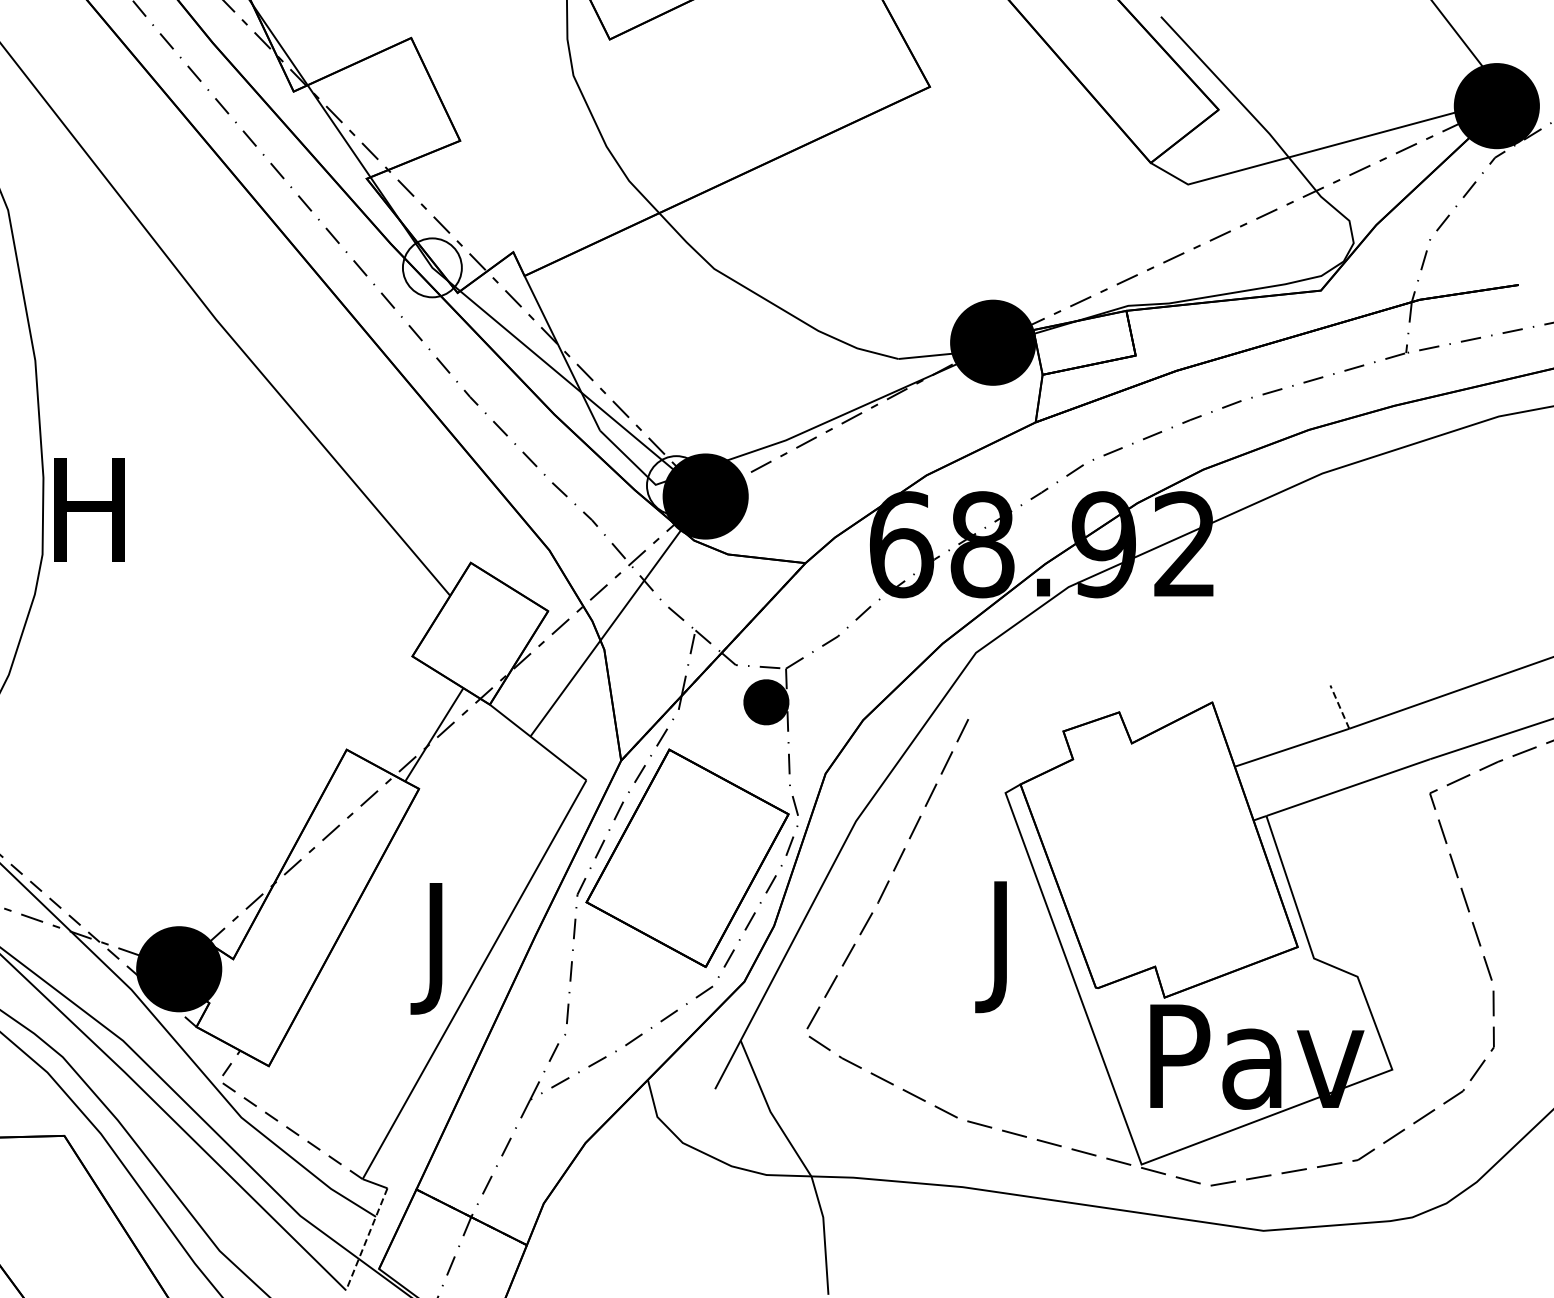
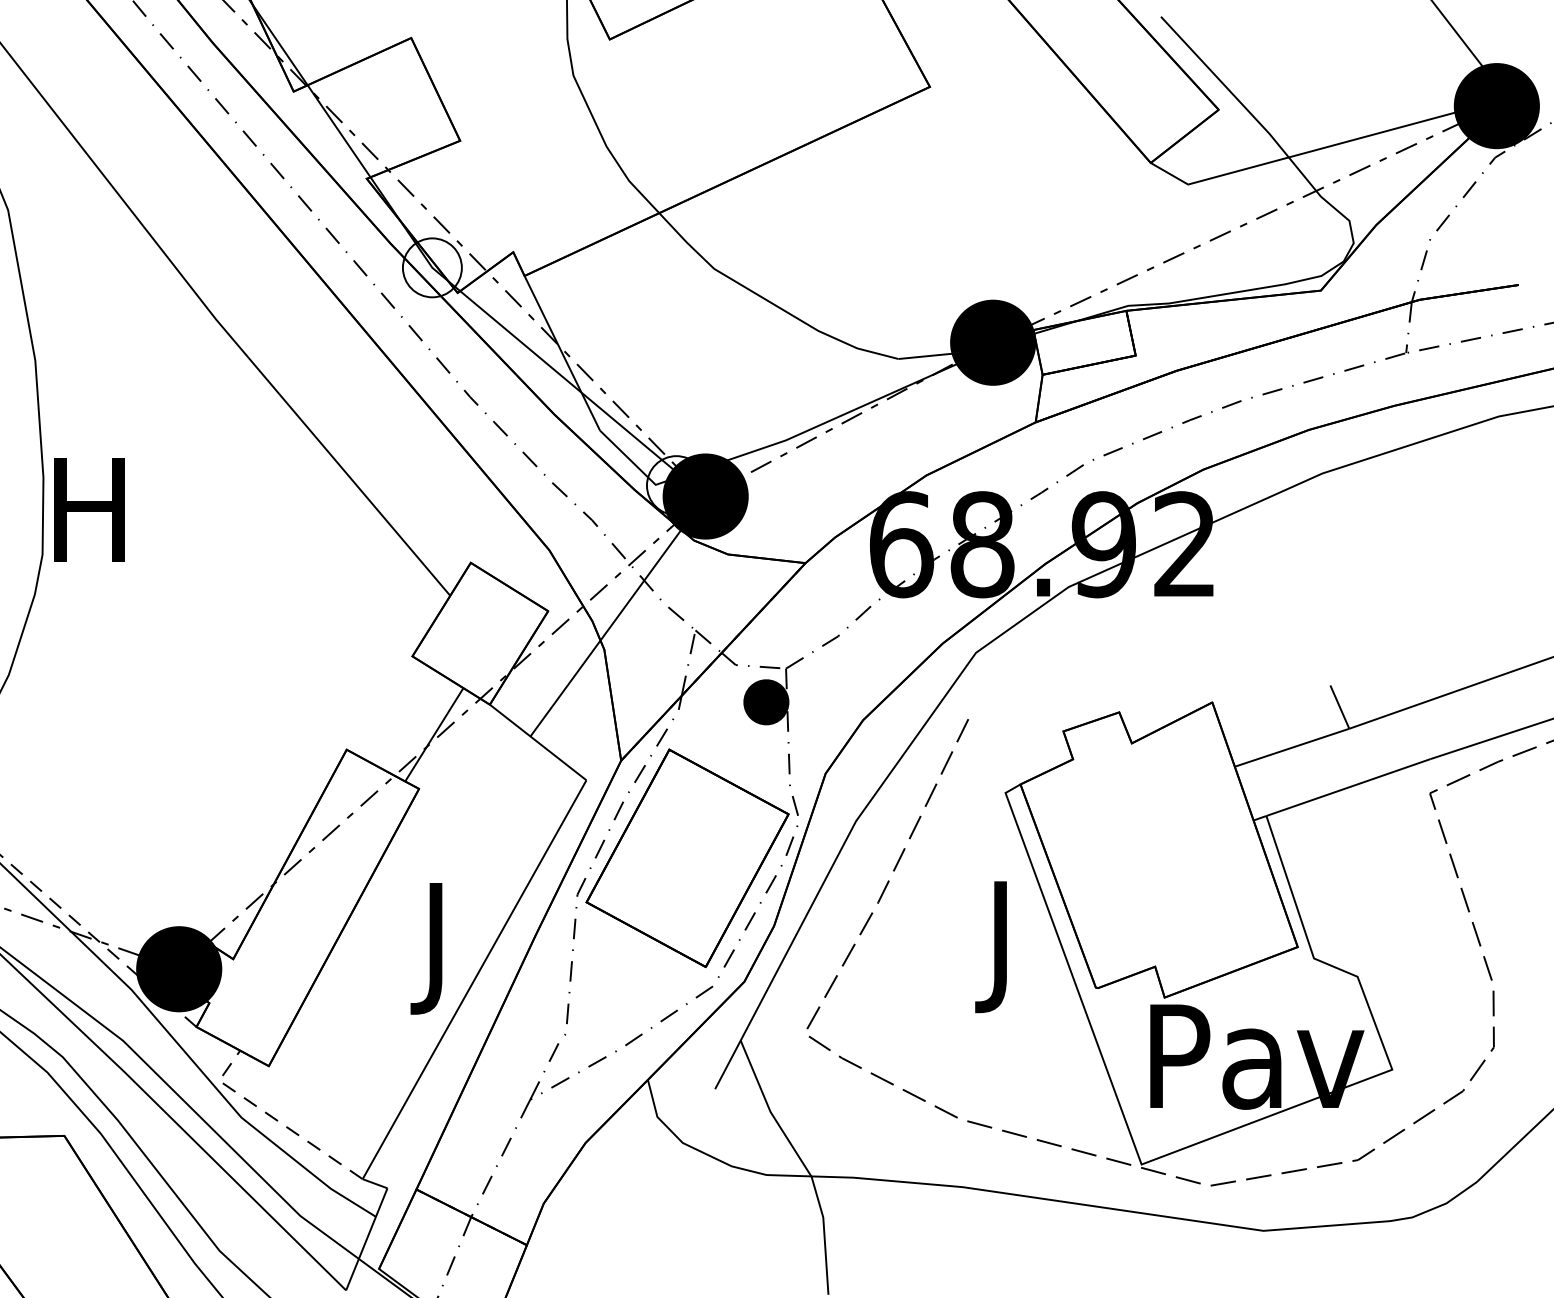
line at (1339, 707): dashed -> solid
line at (366, 1239): dashed -> solid
